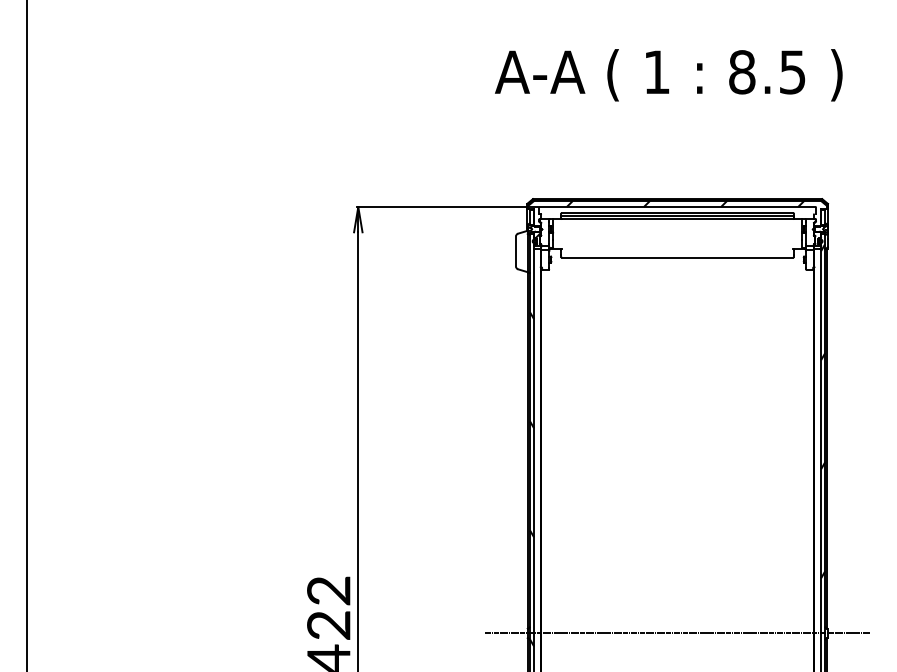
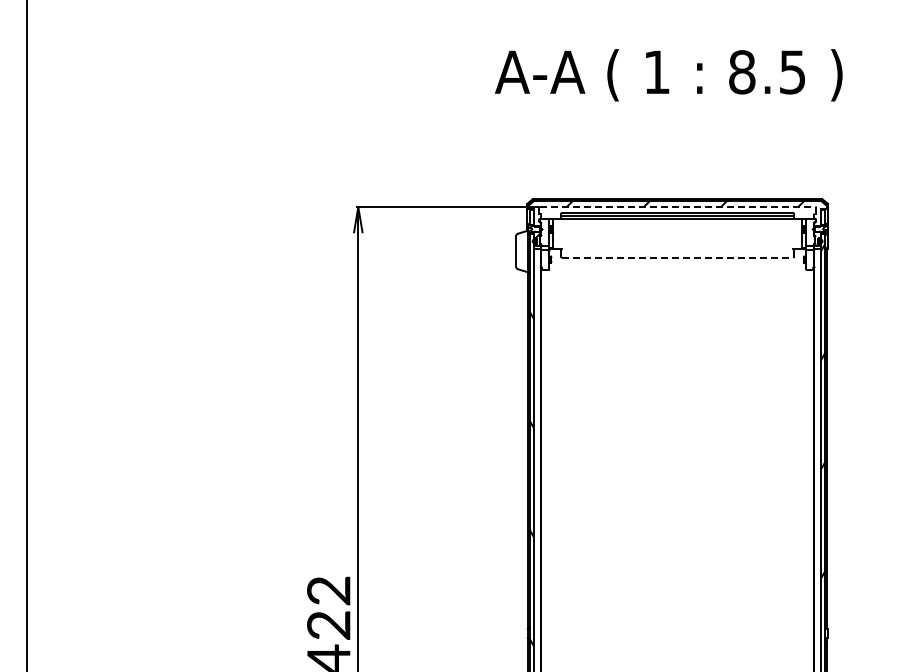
line at (677, 207): solid -> dashed
line at (677, 257): solid -> dashed
line at (677, 633): present -> none
